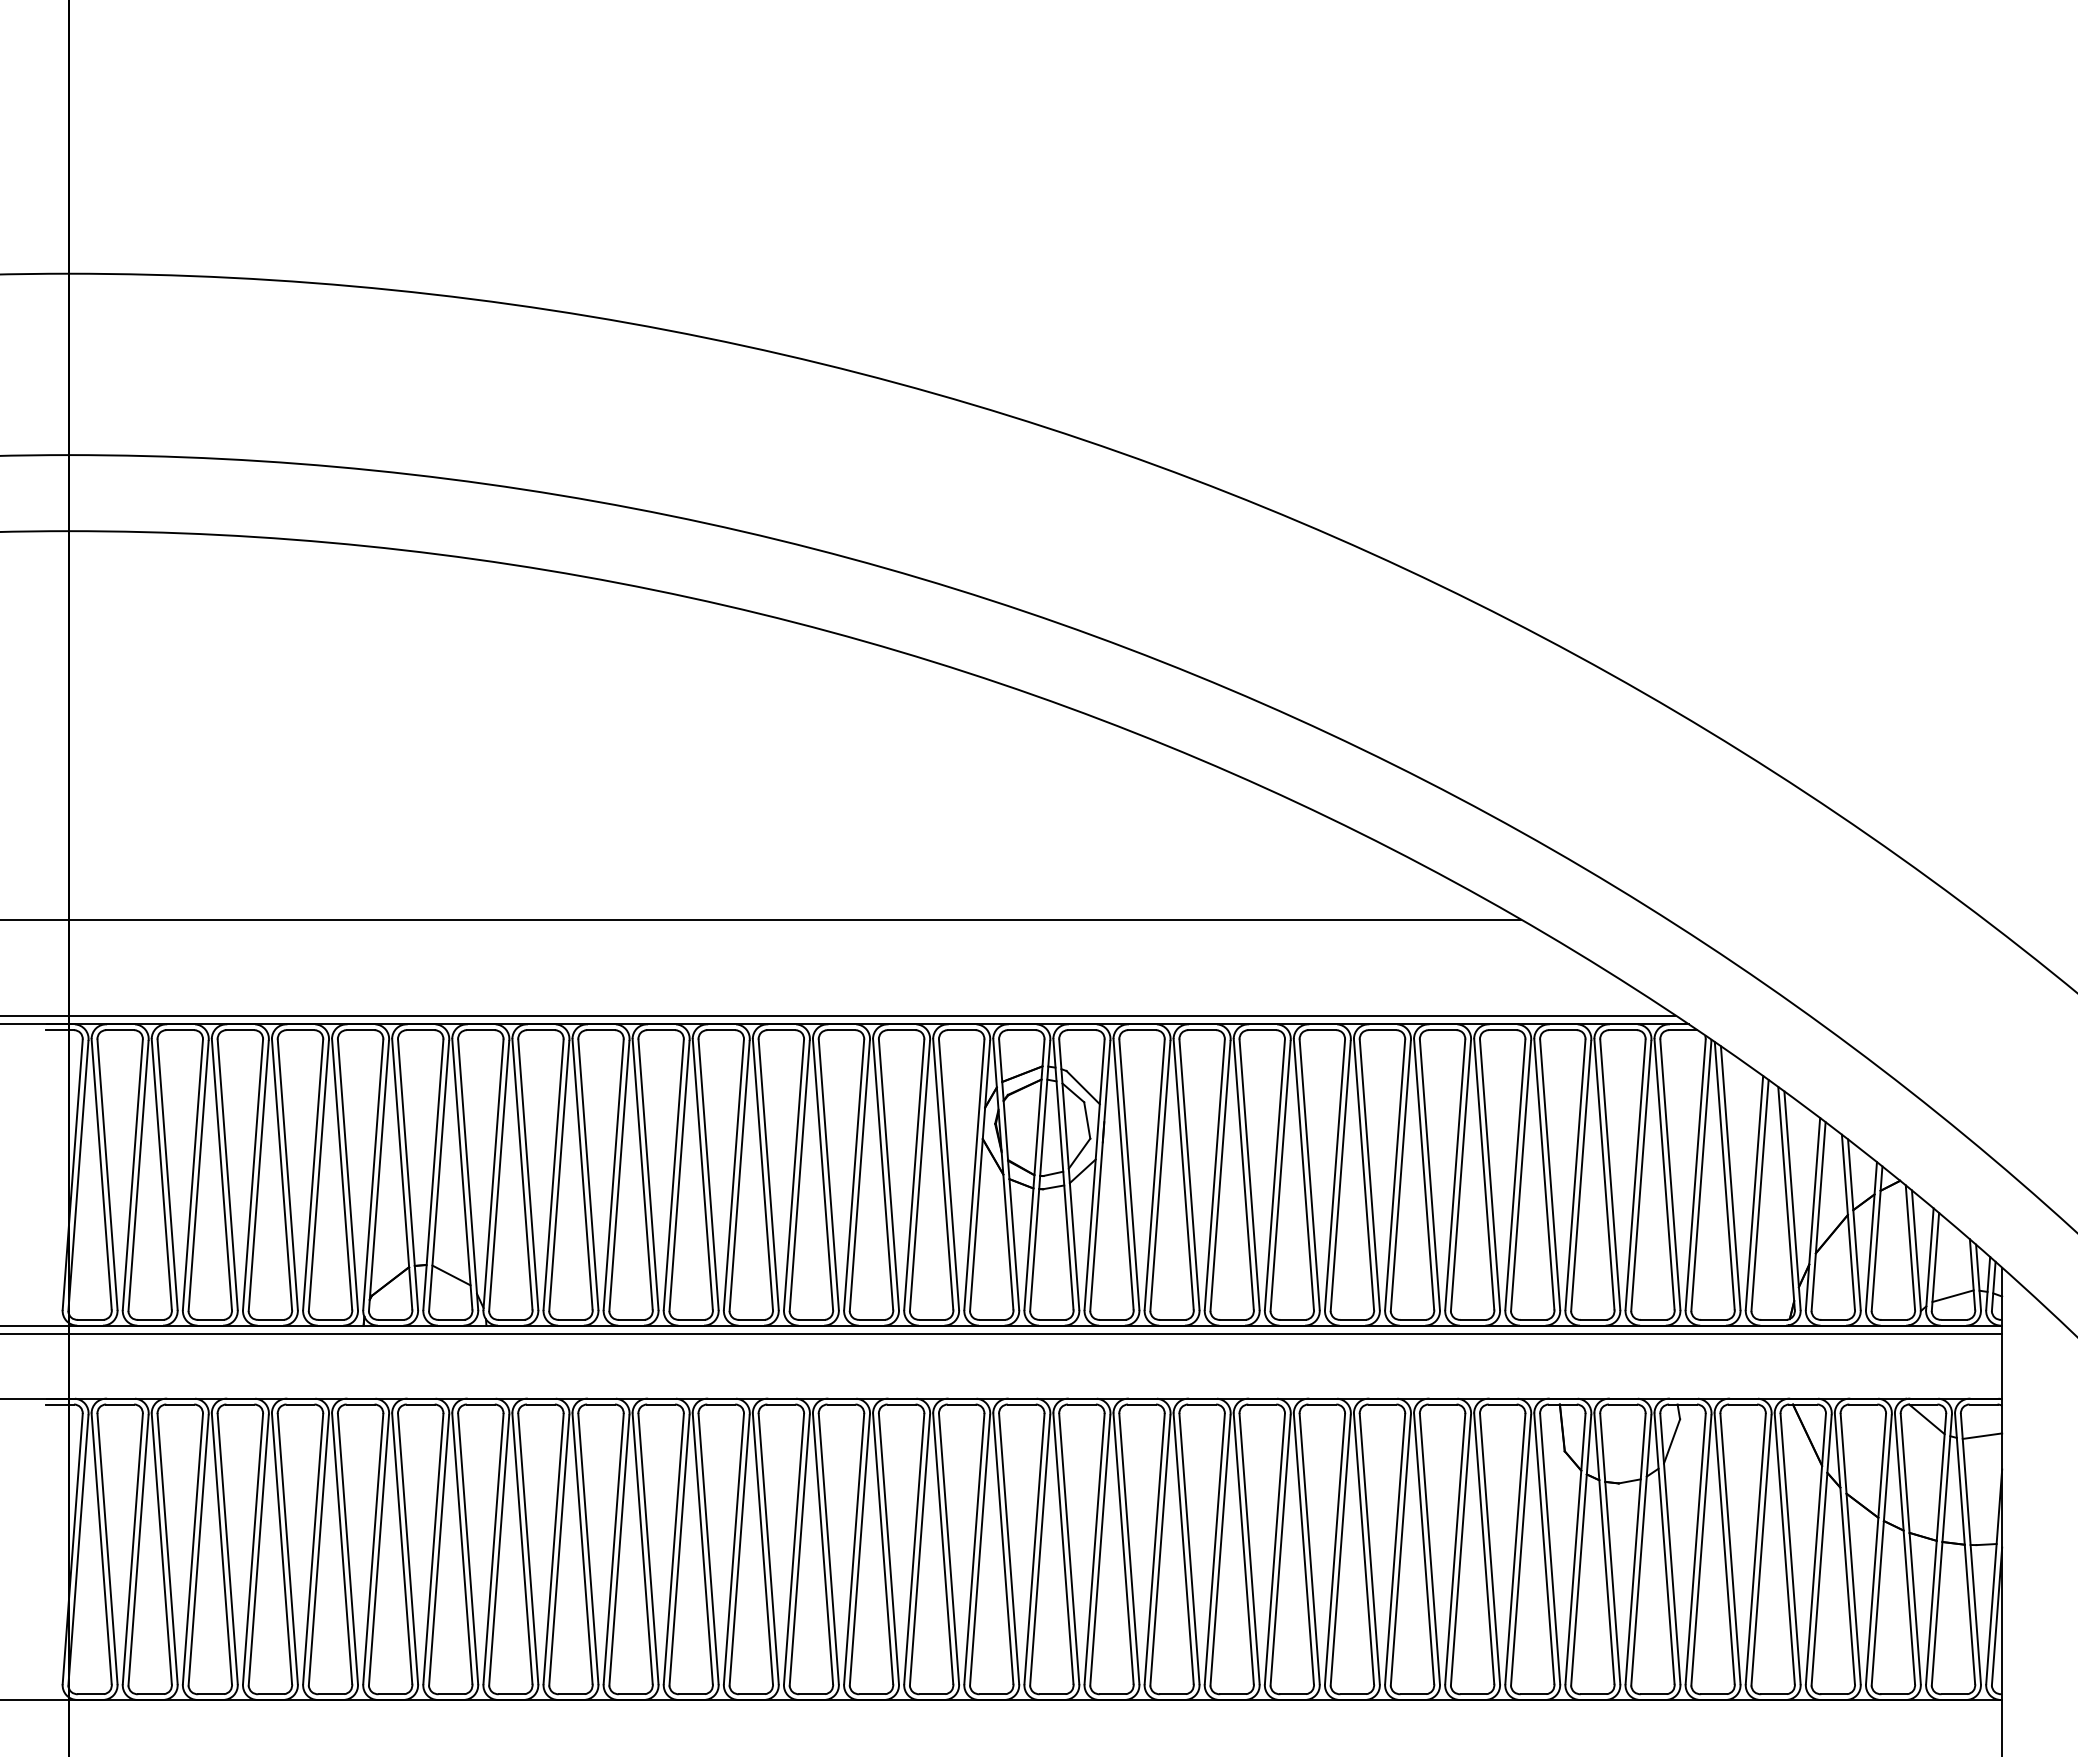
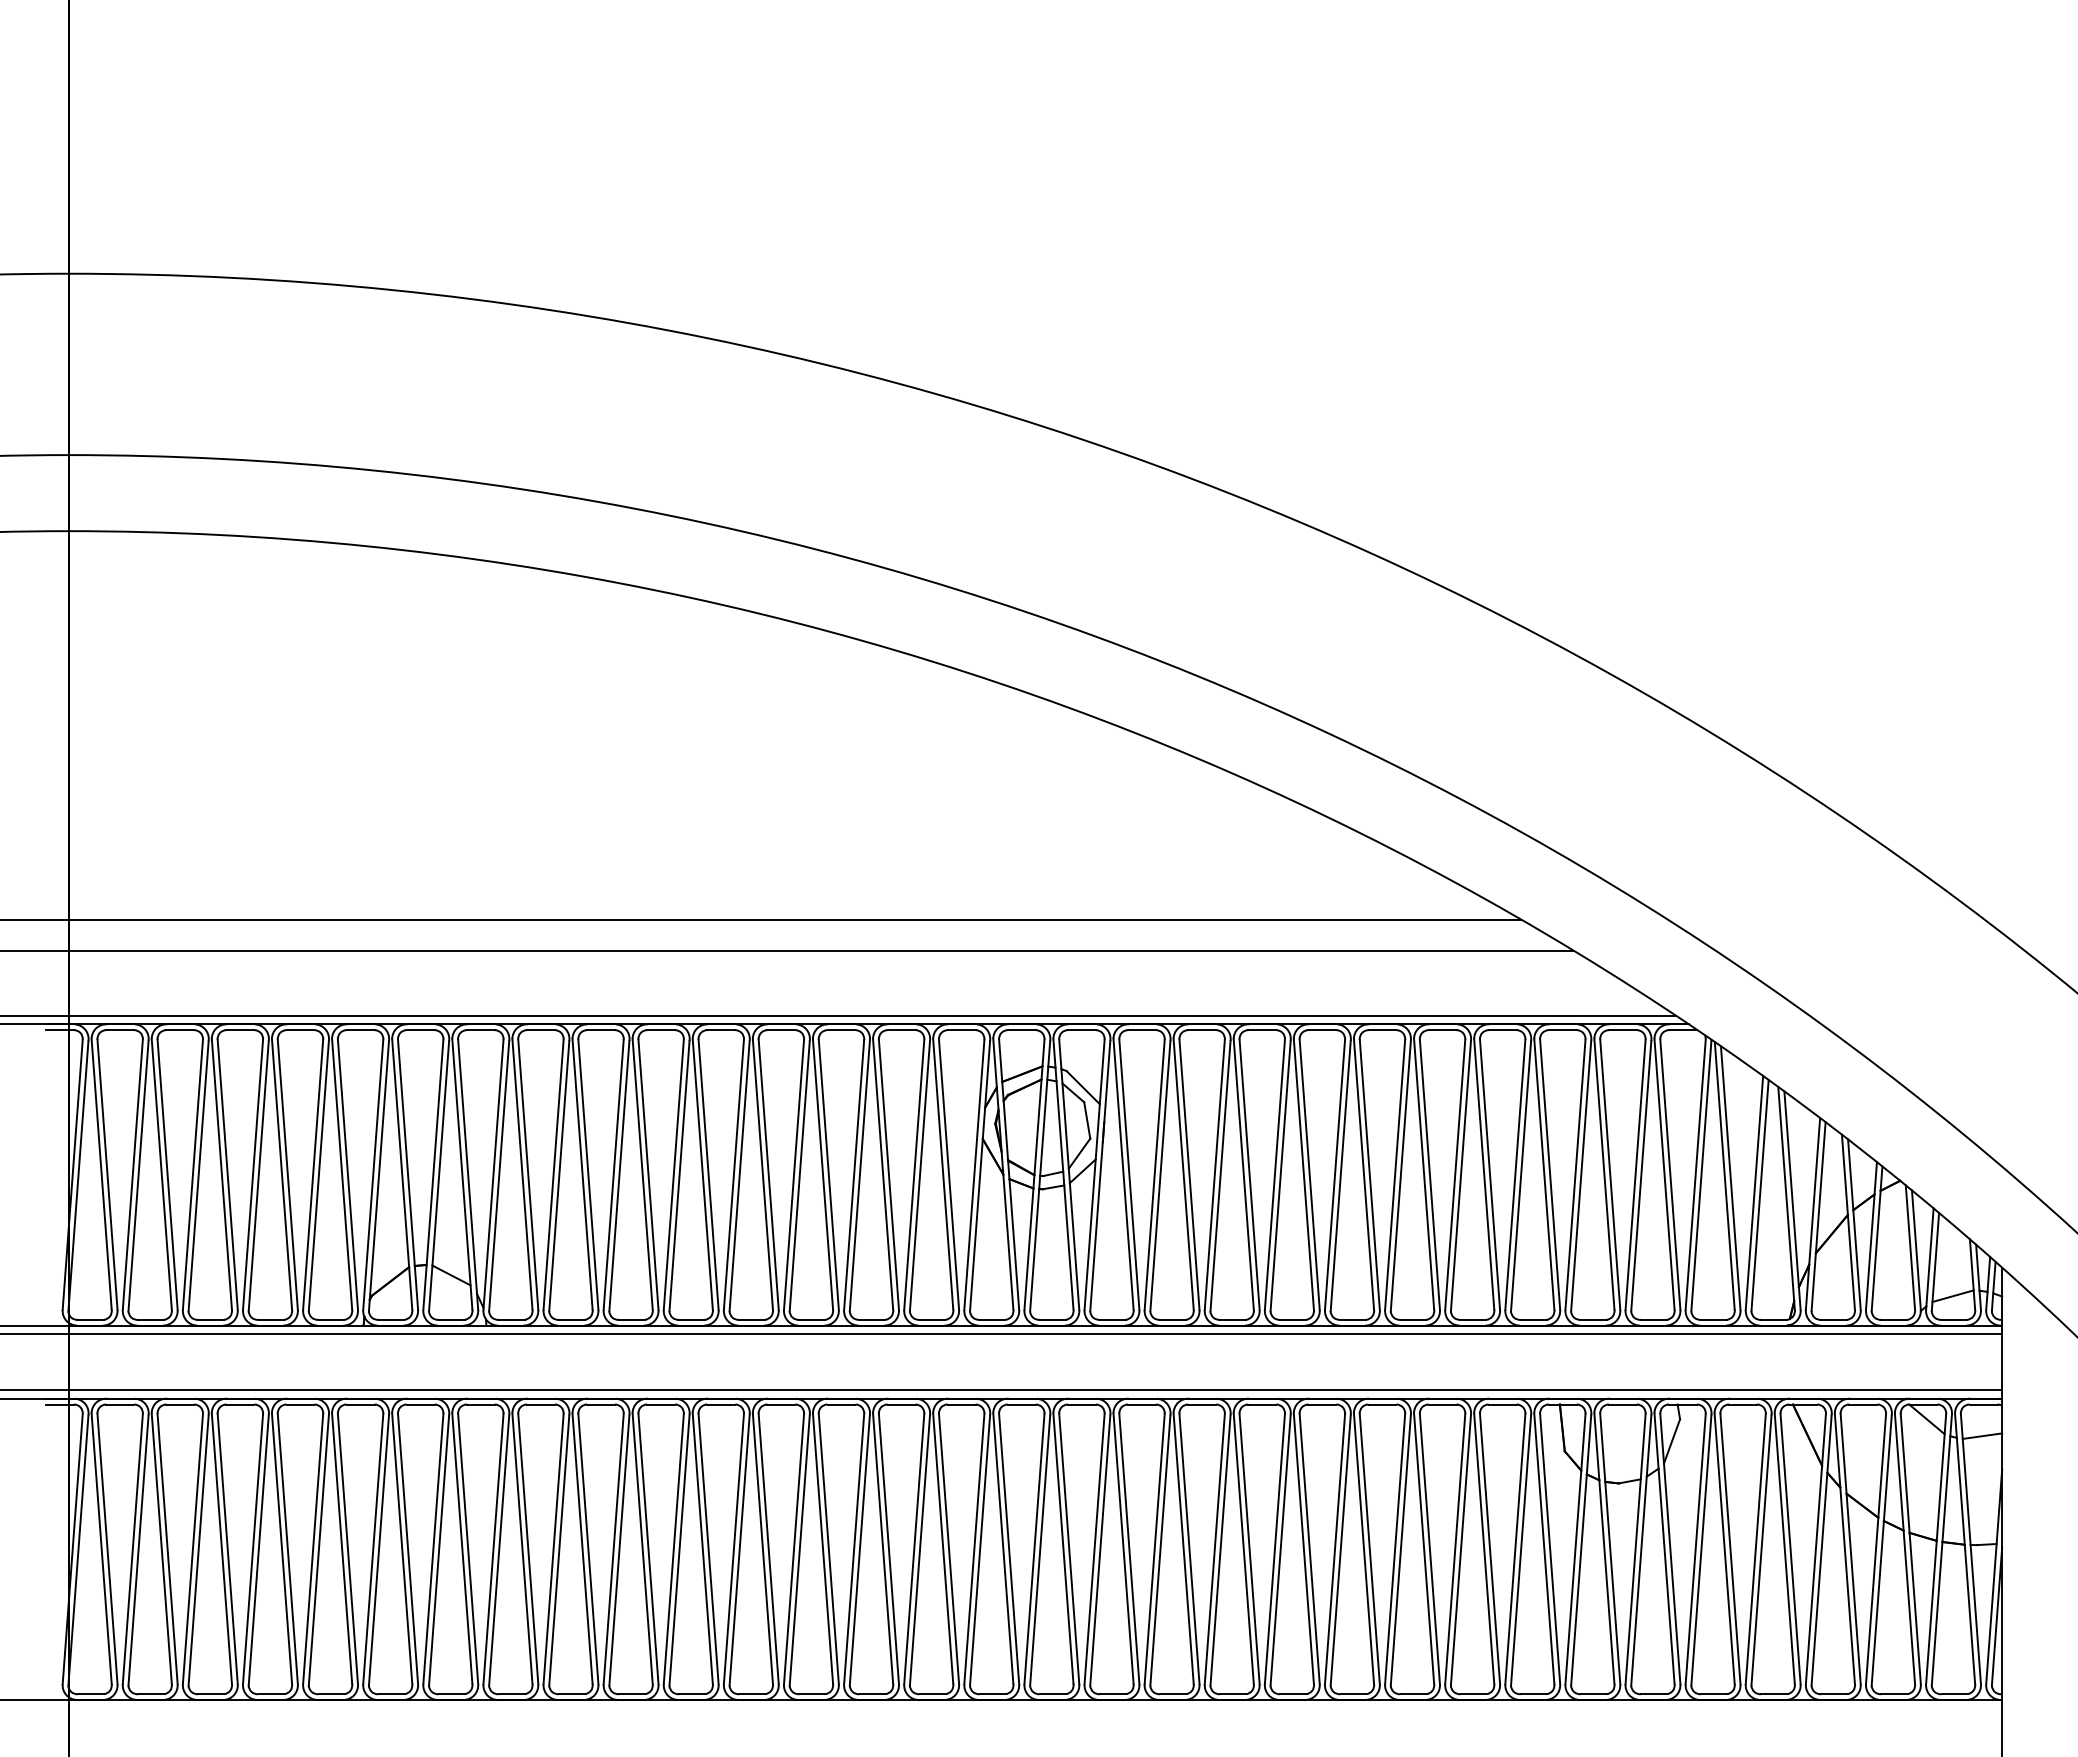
line at (787, 951): none -> present
line at (1002, 1389): none -> present
